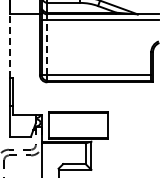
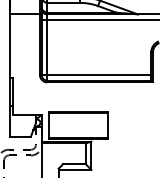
line at (9, 46): dashed -> solid
line at (47, 47): dashed -> solid
